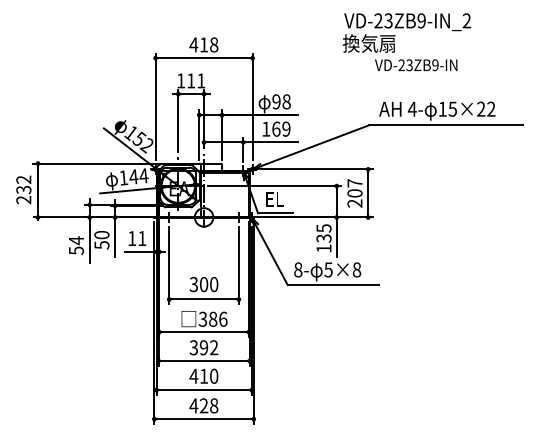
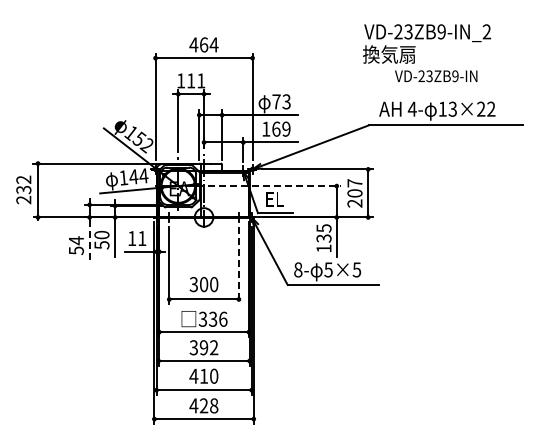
text at (407, 42) position: (407, 42) -> (427, 53)
text at (209, 44): 418 -> 464
text at (281, 101): 98 -> 73
text at (452, 108): 15×22 -> 13×22
line at (274, 186): solid -> dashed
line at (89, 241): solid -> dashed
line at (238, 265): solid -> dashed
text at (356, 269): 5×8 -> 5×5
text at (213, 318): 386 -> 336
